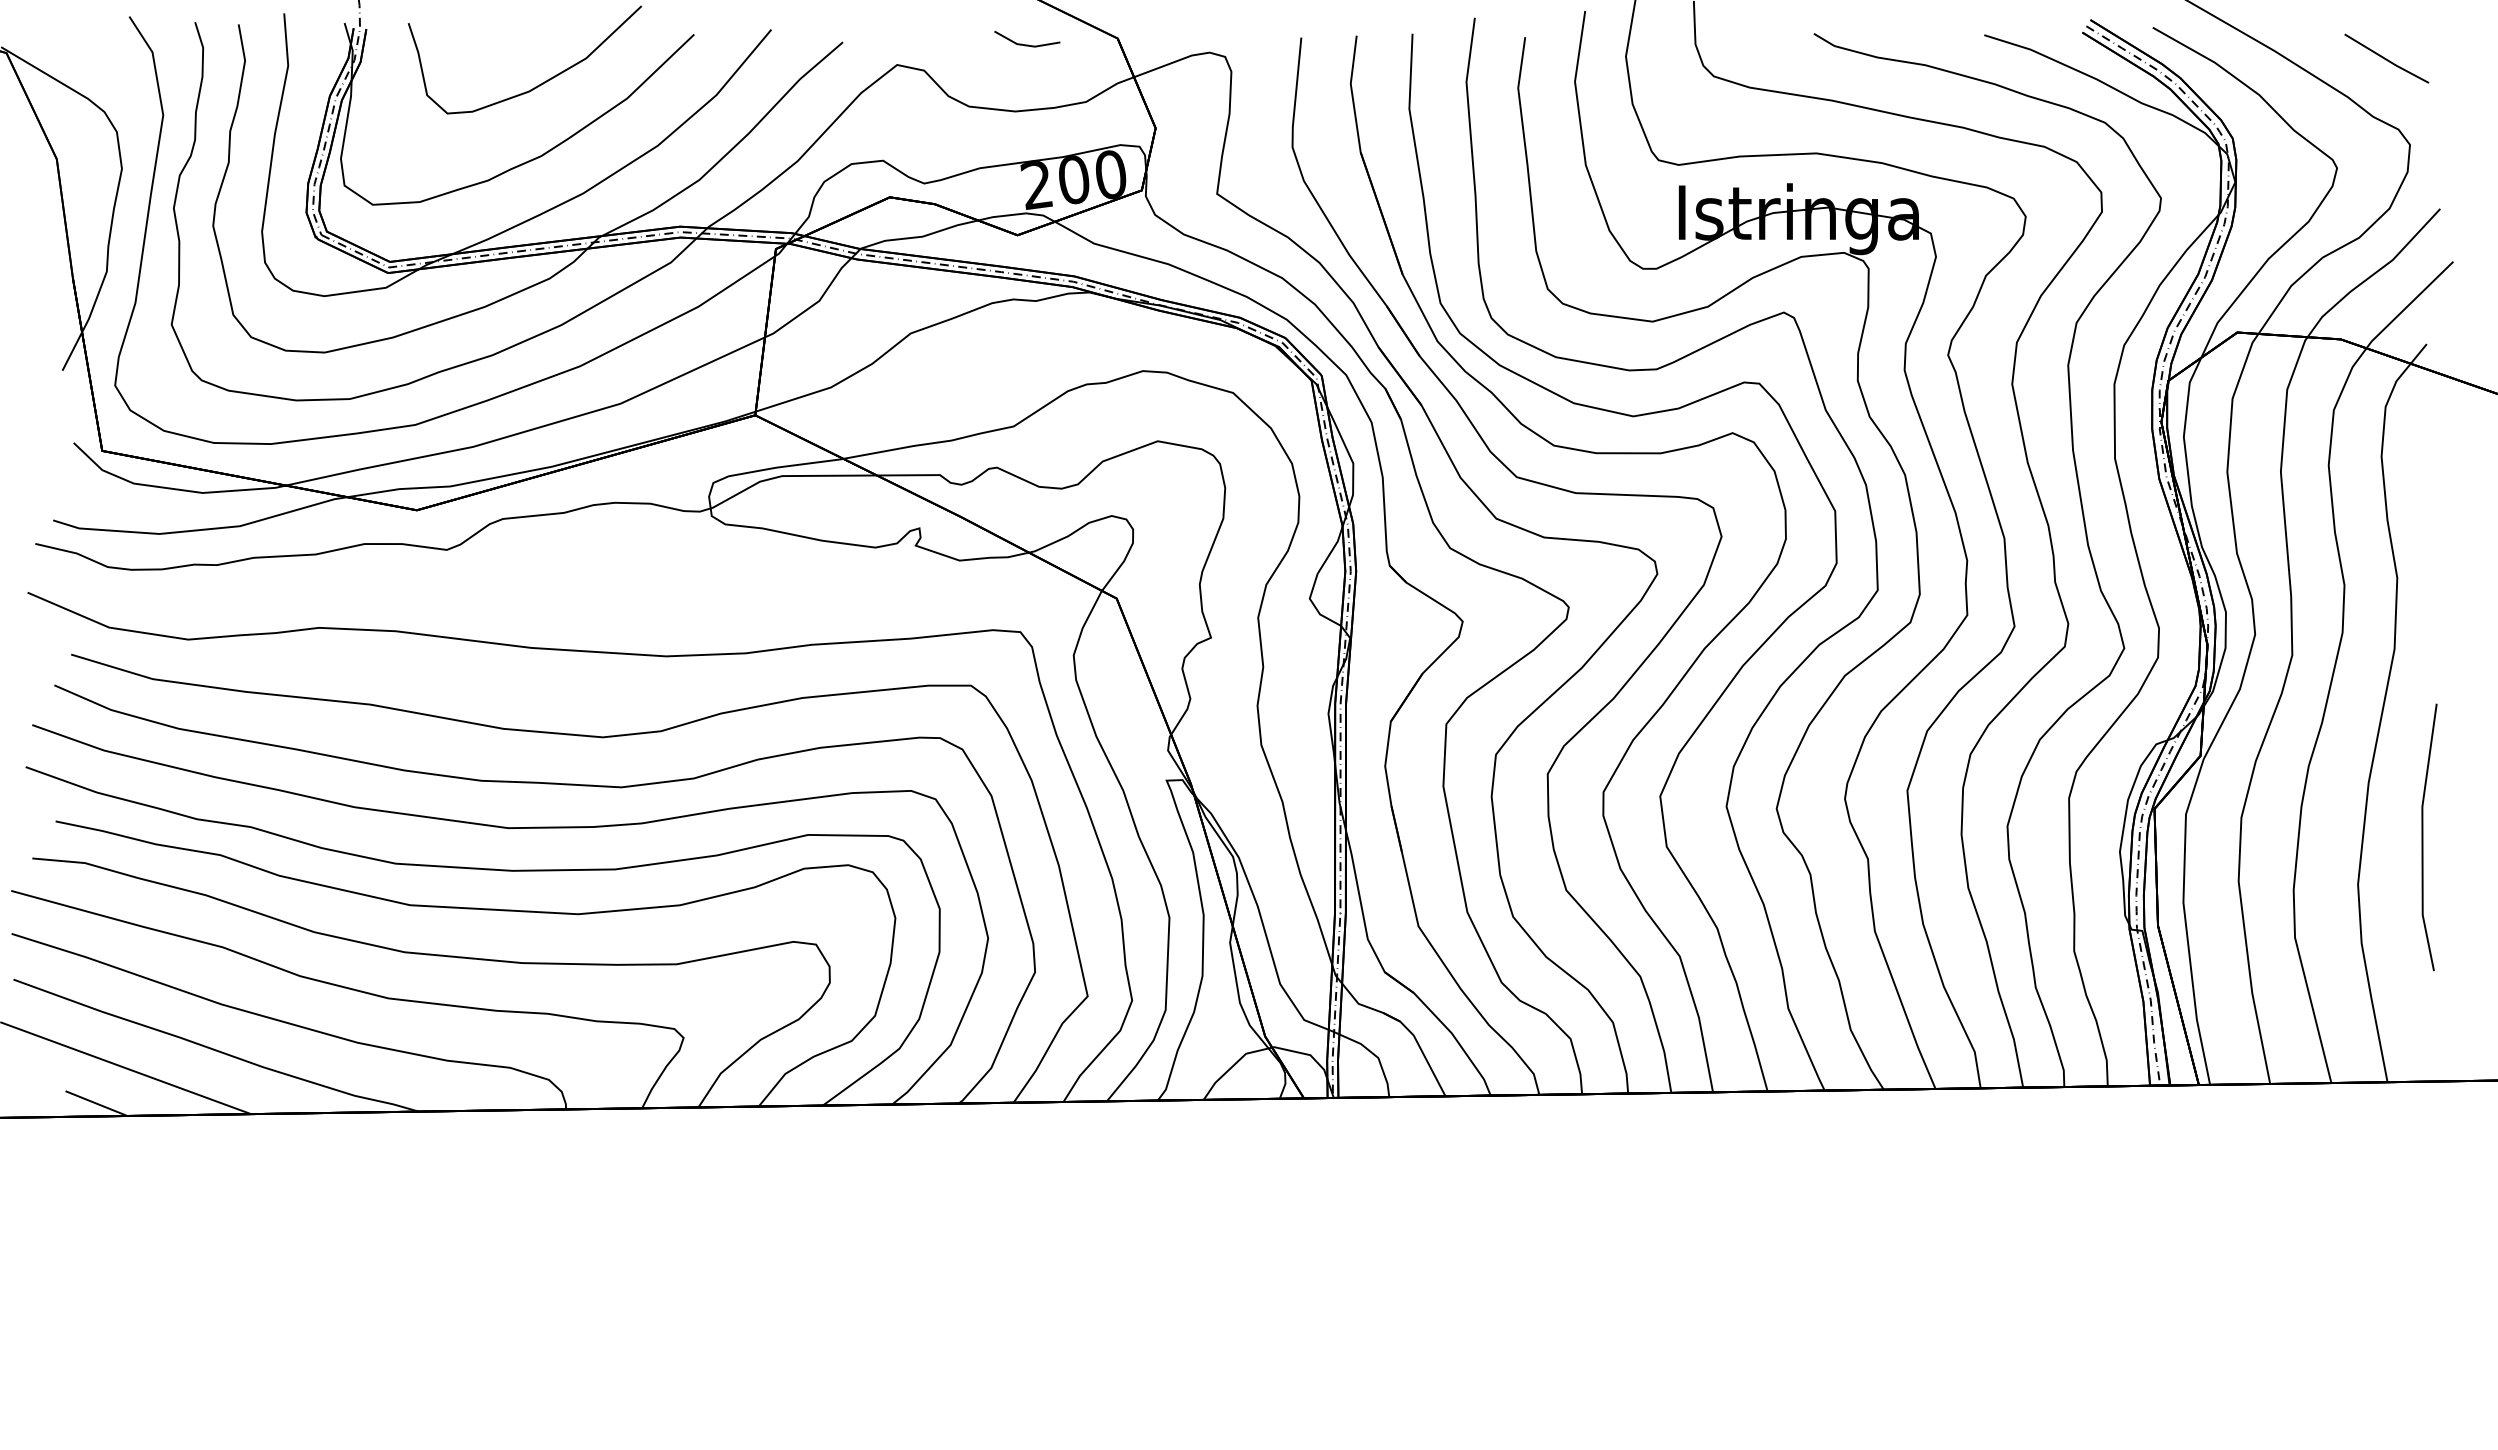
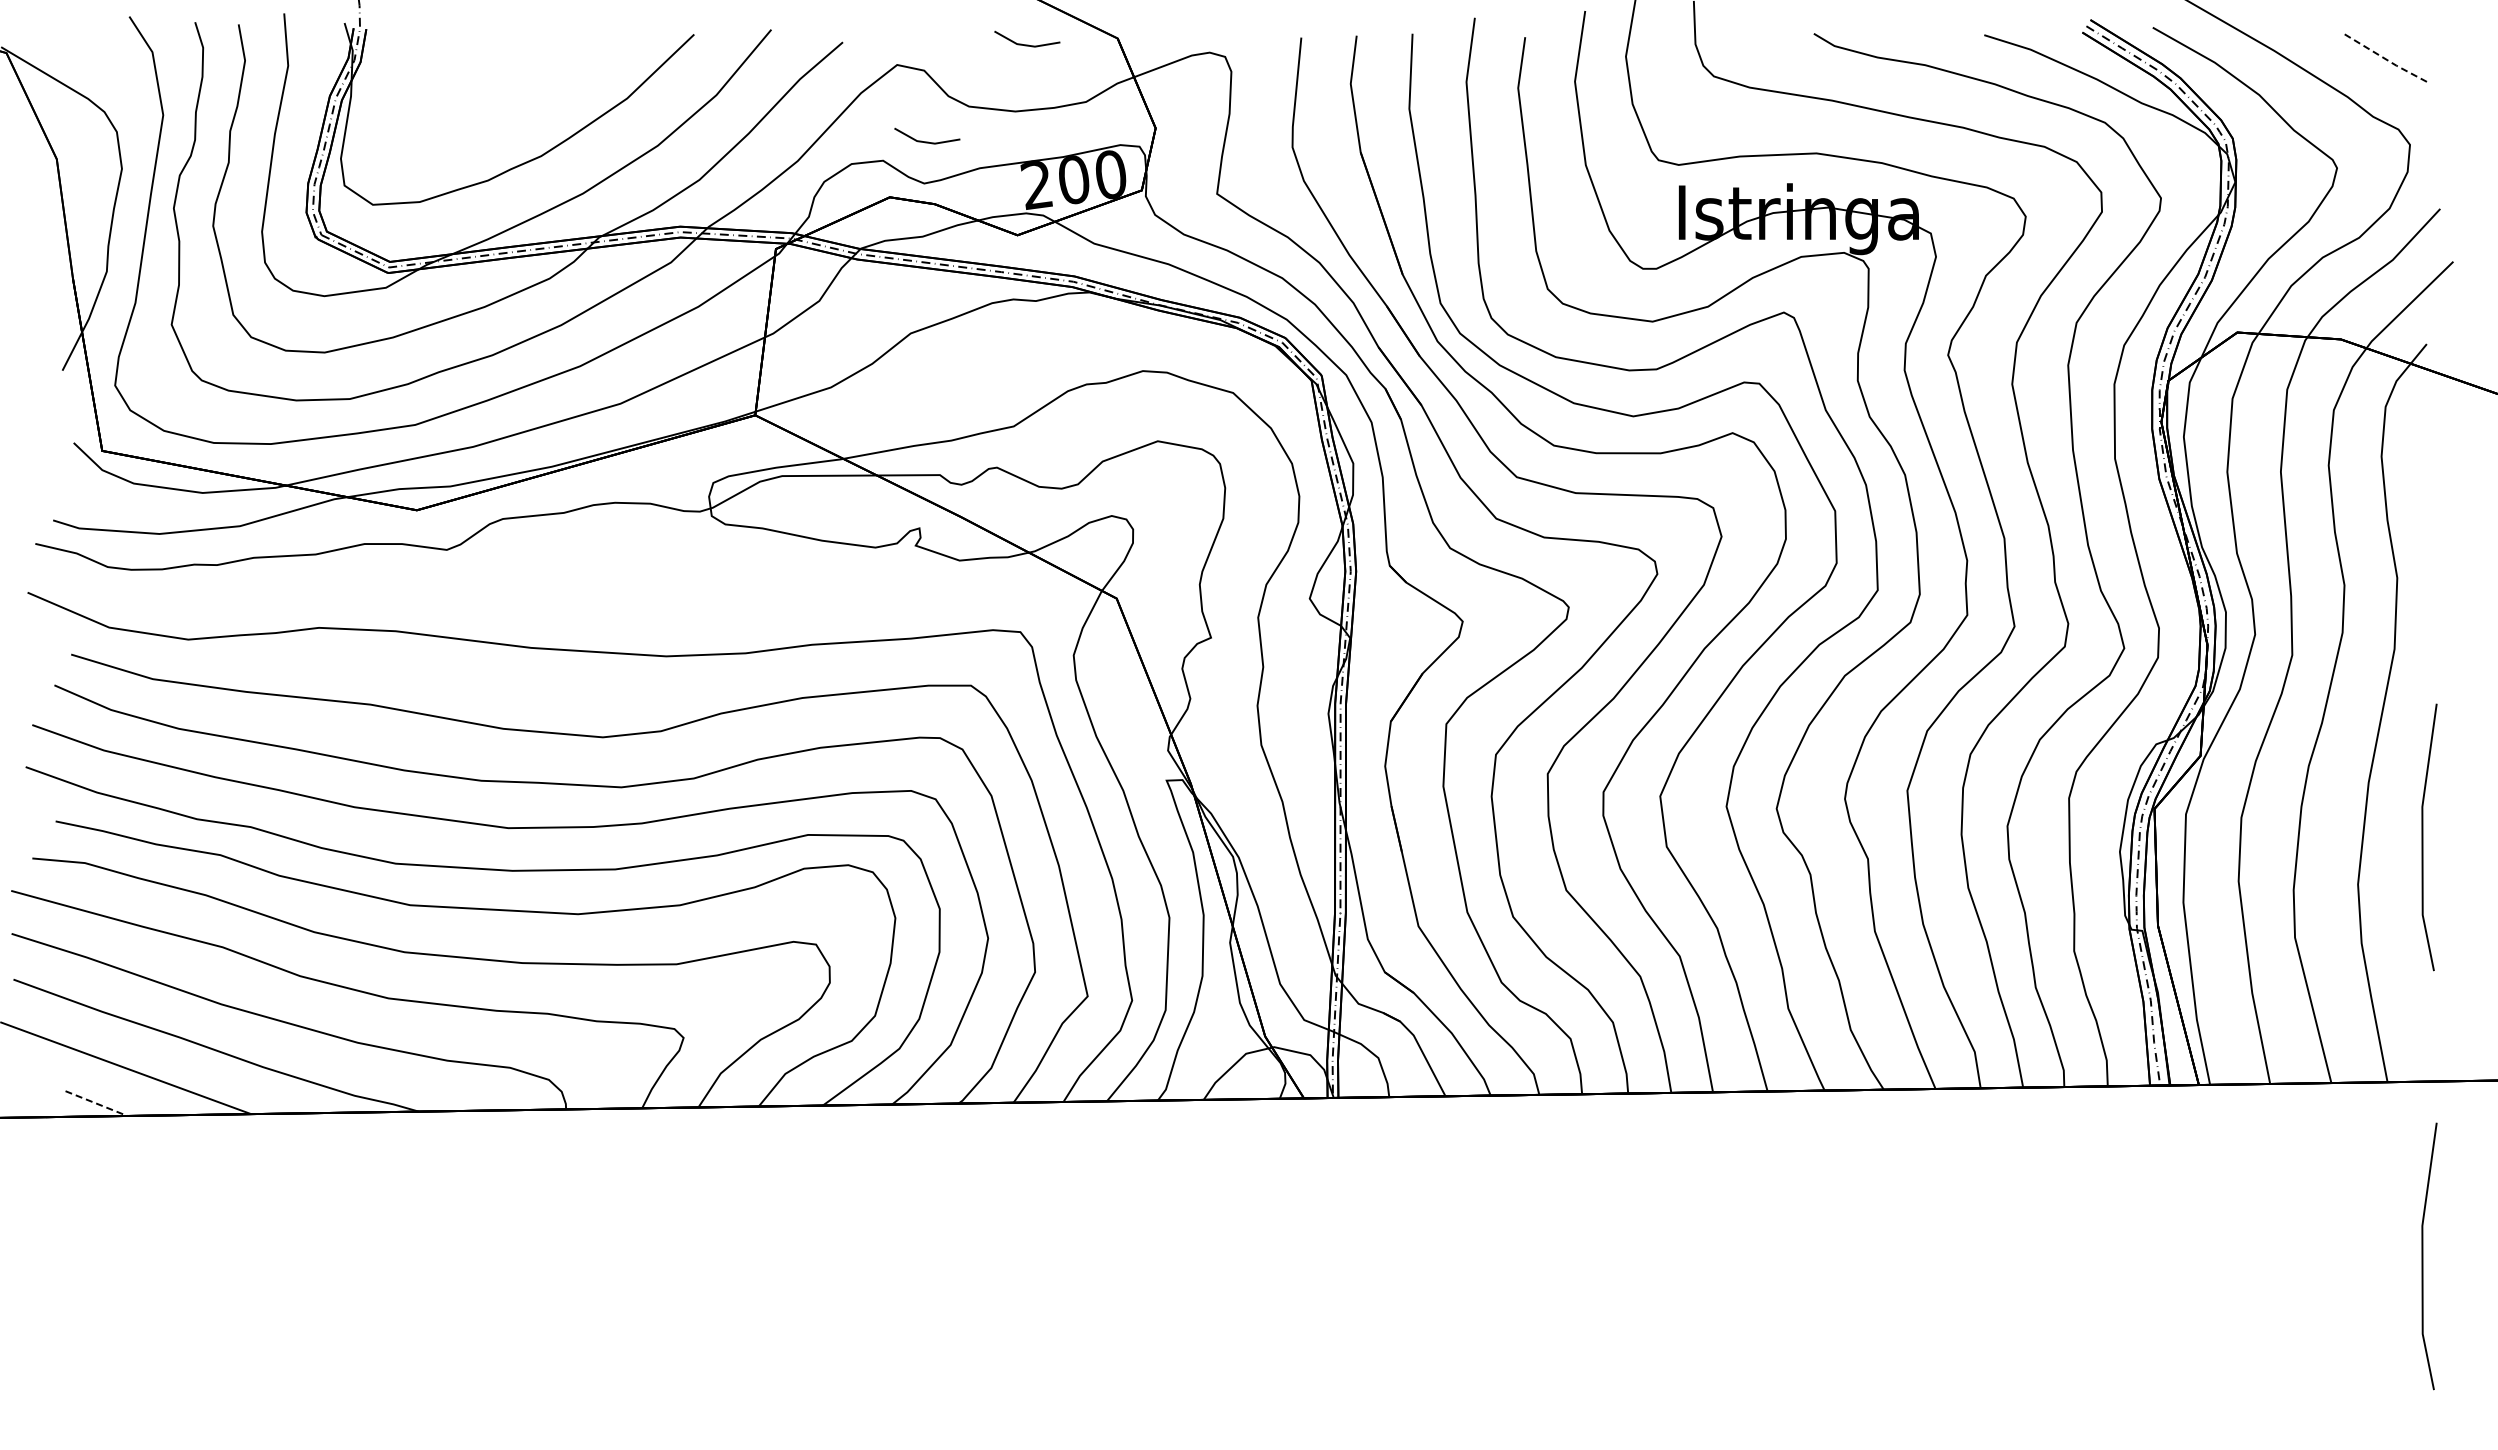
line at (2387, 60): solid -> dashed
curve at (540, 83): present -> none
line at (927, 141): none -> present
line at (96, 1103): solid -> dashed
line at (2423, 1256): none -> present
